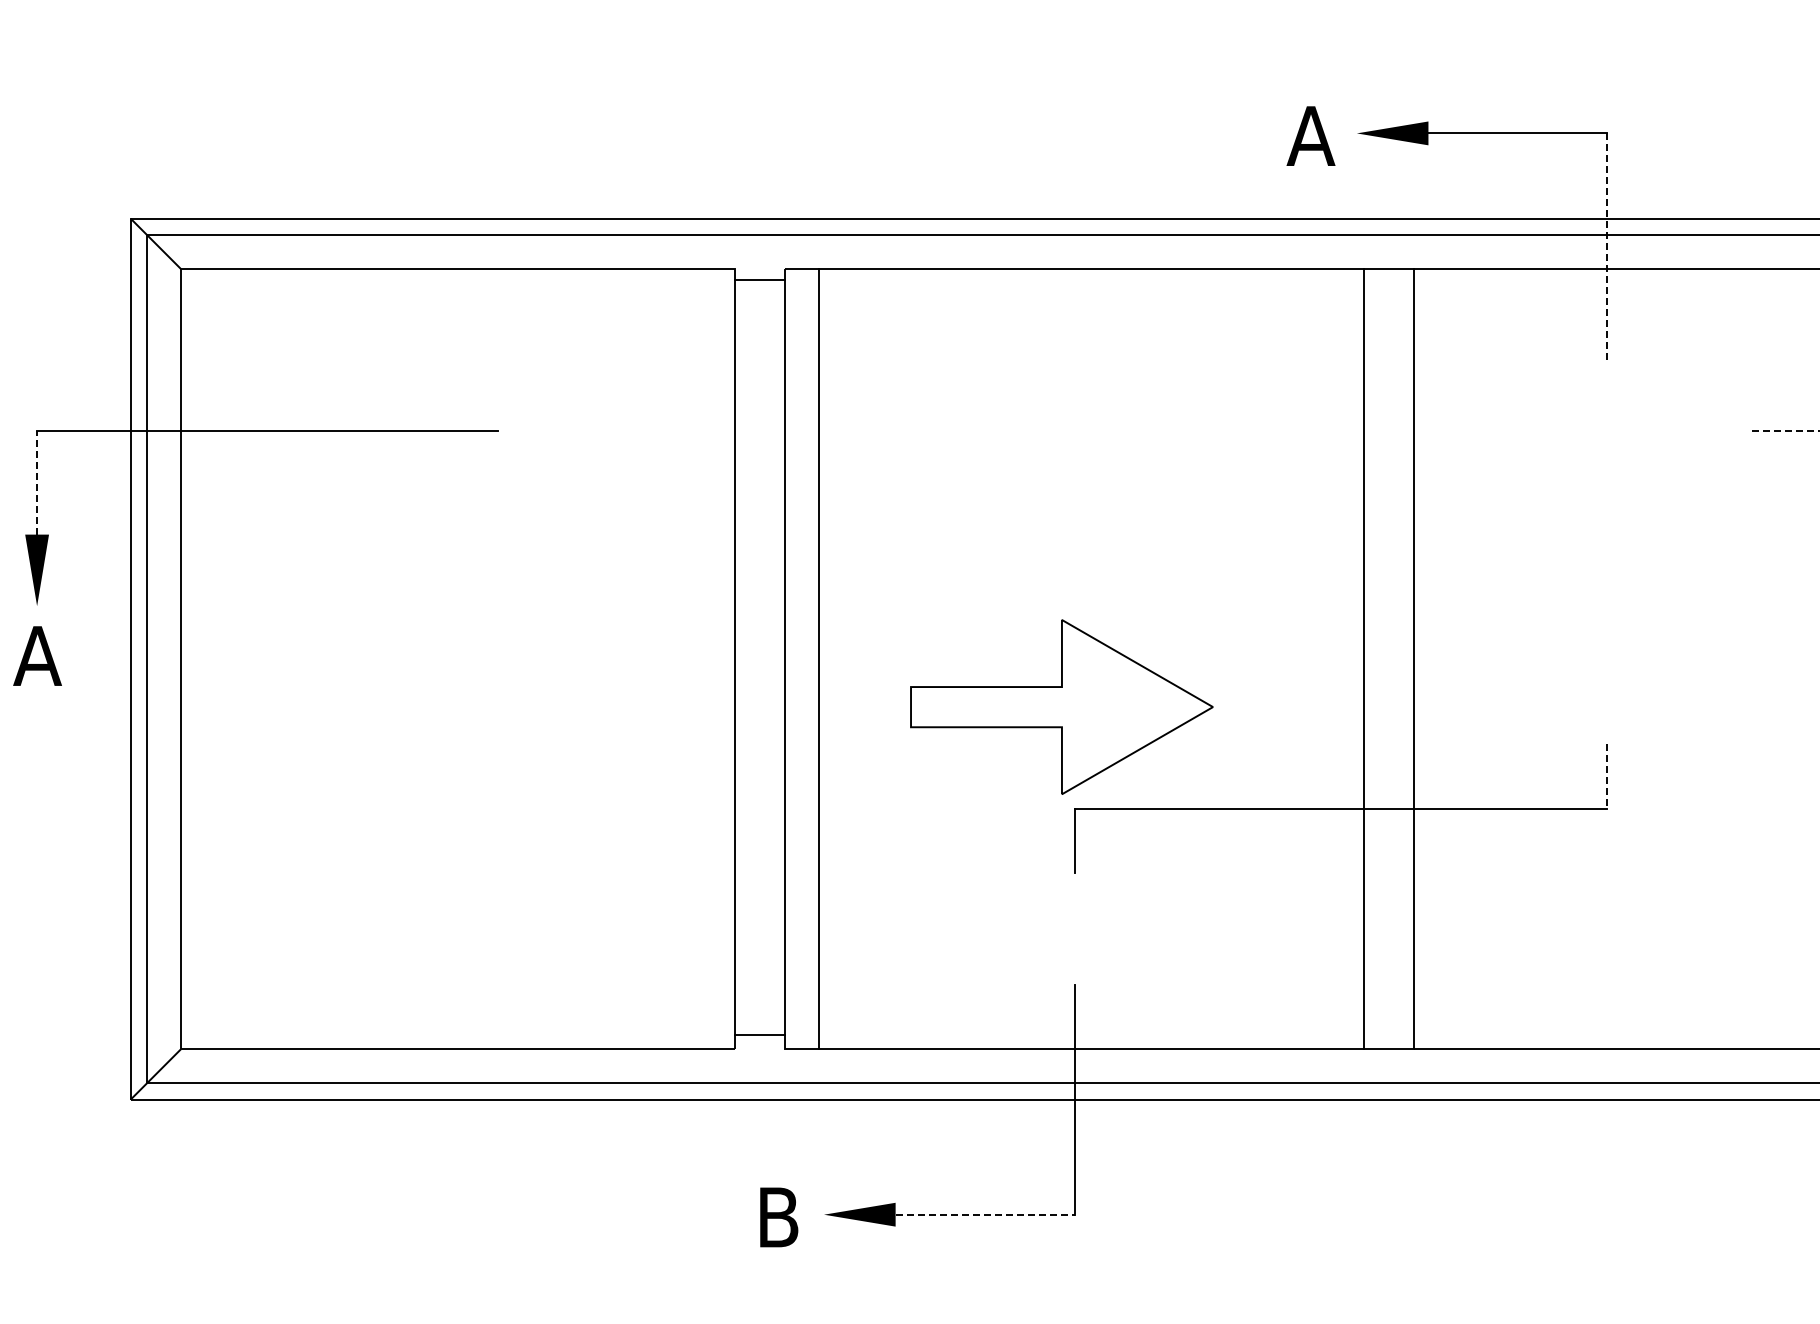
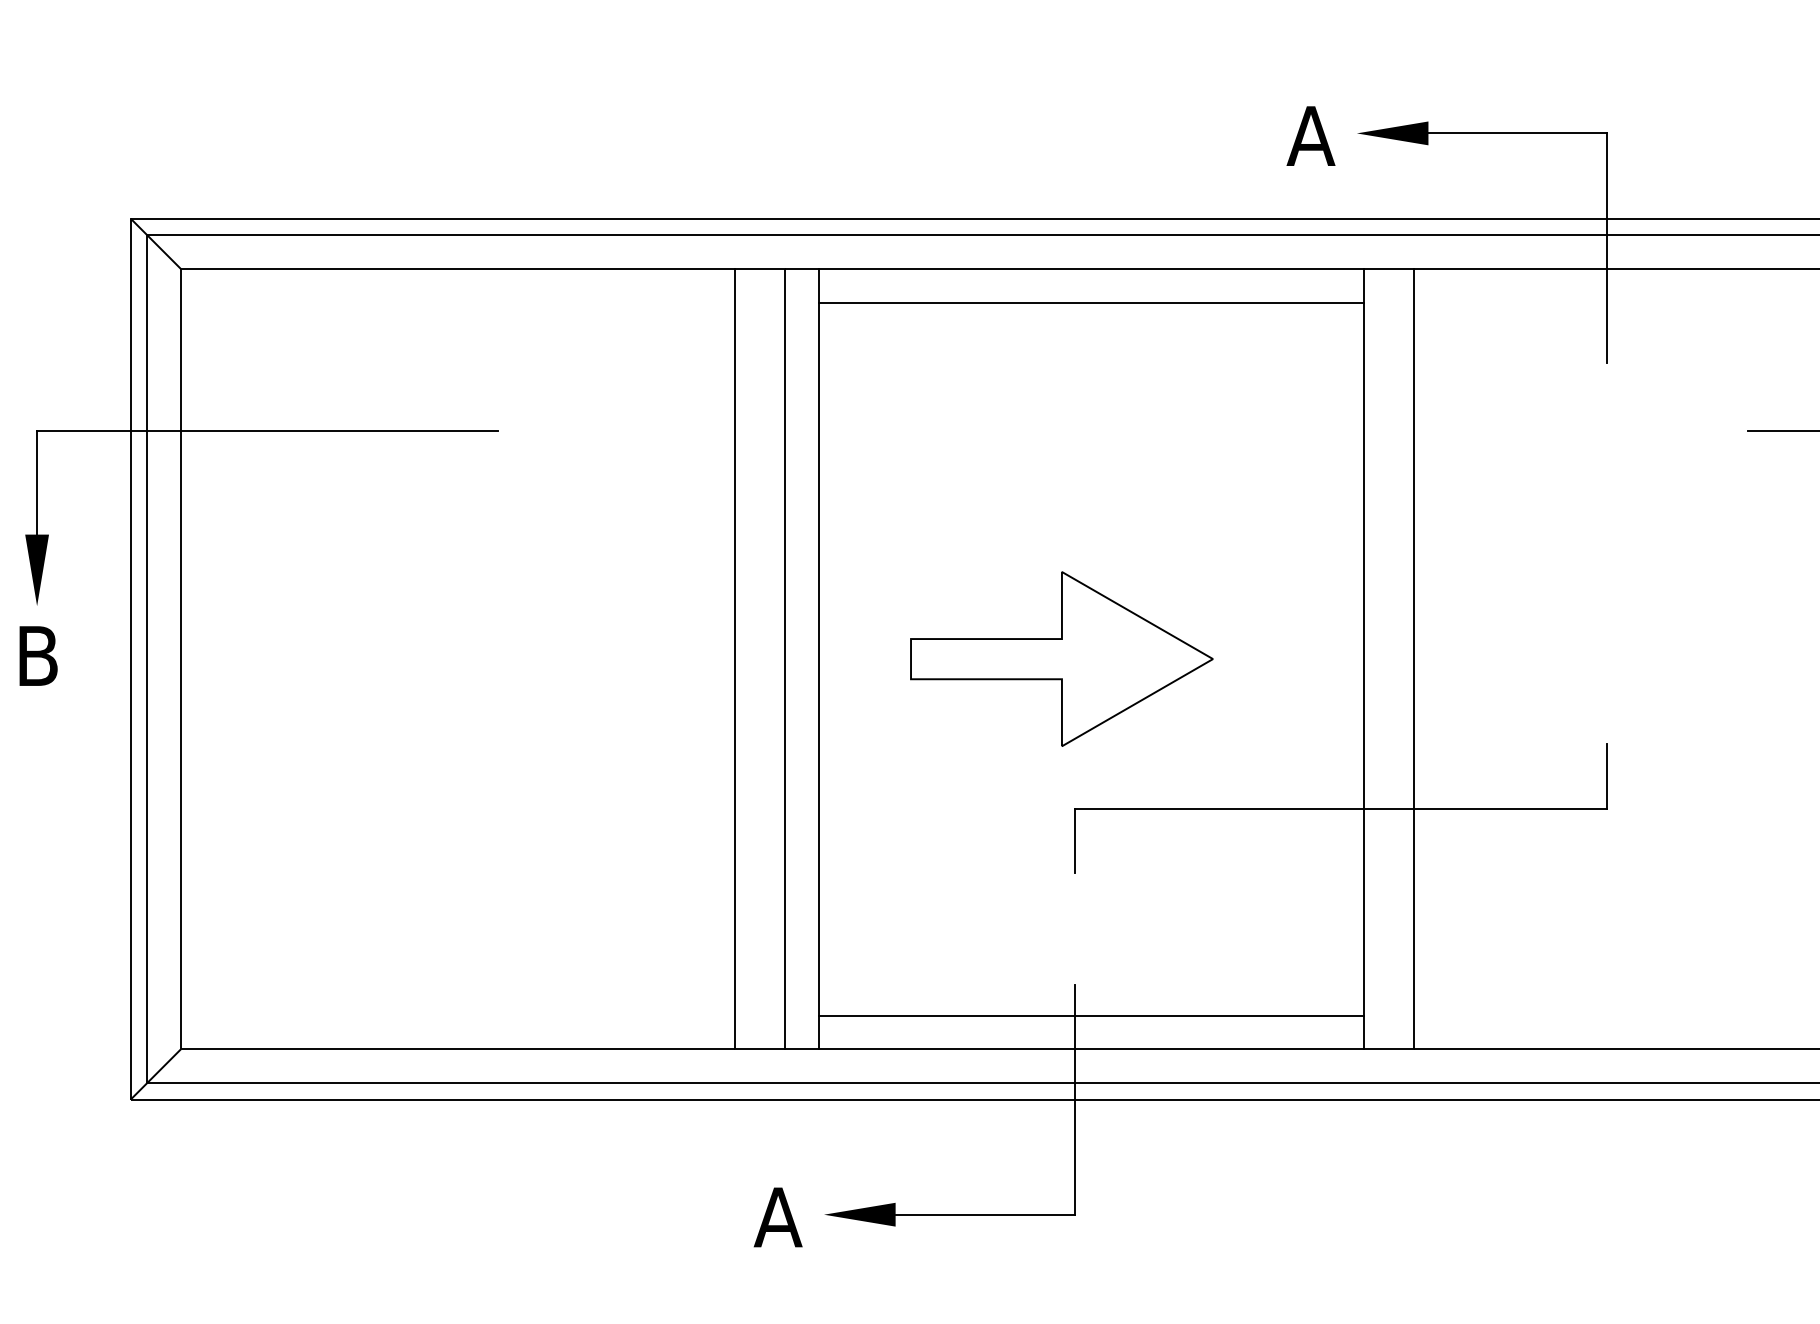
line at (1607, 248): dashed -> solid
line at (759, 279) position: (759, 279) -> (759, 268)
line at (1091, 302): none -> present
line at (1783, 431): dashed -> solid
line at (37, 482): dashed -> solid
text at (37, 655): A -> B
part at (1061, 706) position: (1061, 706) -> (1061, 658)
line at (1607, 776): dashed -> solid
line at (1091, 1015): none -> present
line at (759, 1035) position: (759, 1035) -> (759, 1049)
line at (985, 1214): dashed -> solid
text at (777, 1217): B -> A
